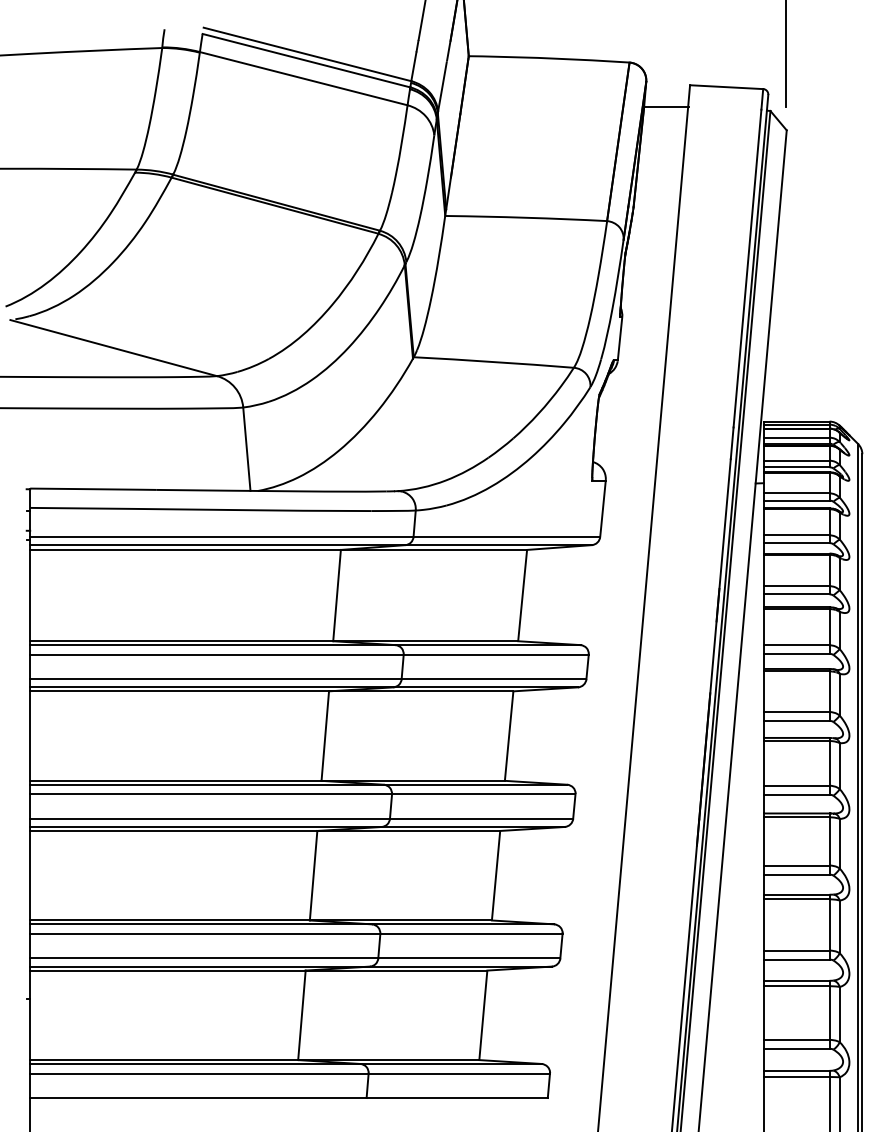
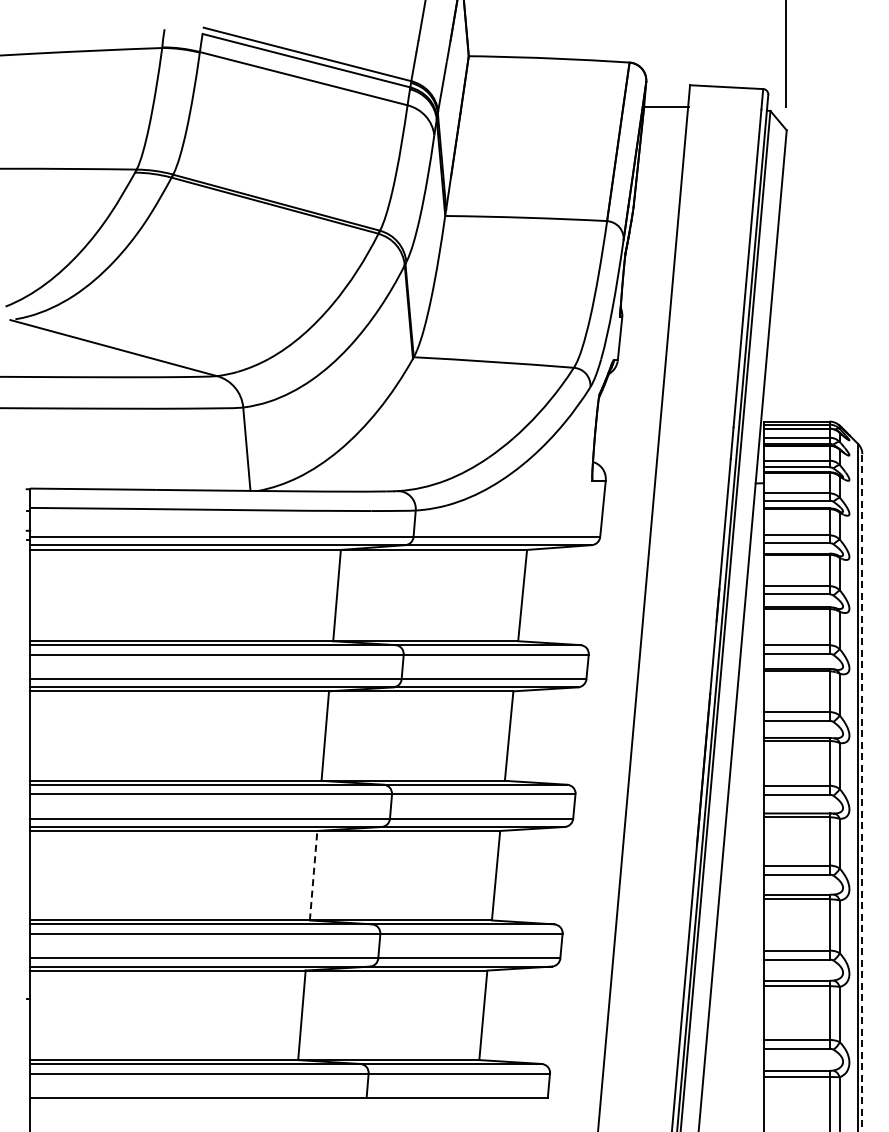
line at (862, 792): solid -> dashed
line at (313, 875): solid -> dashed
